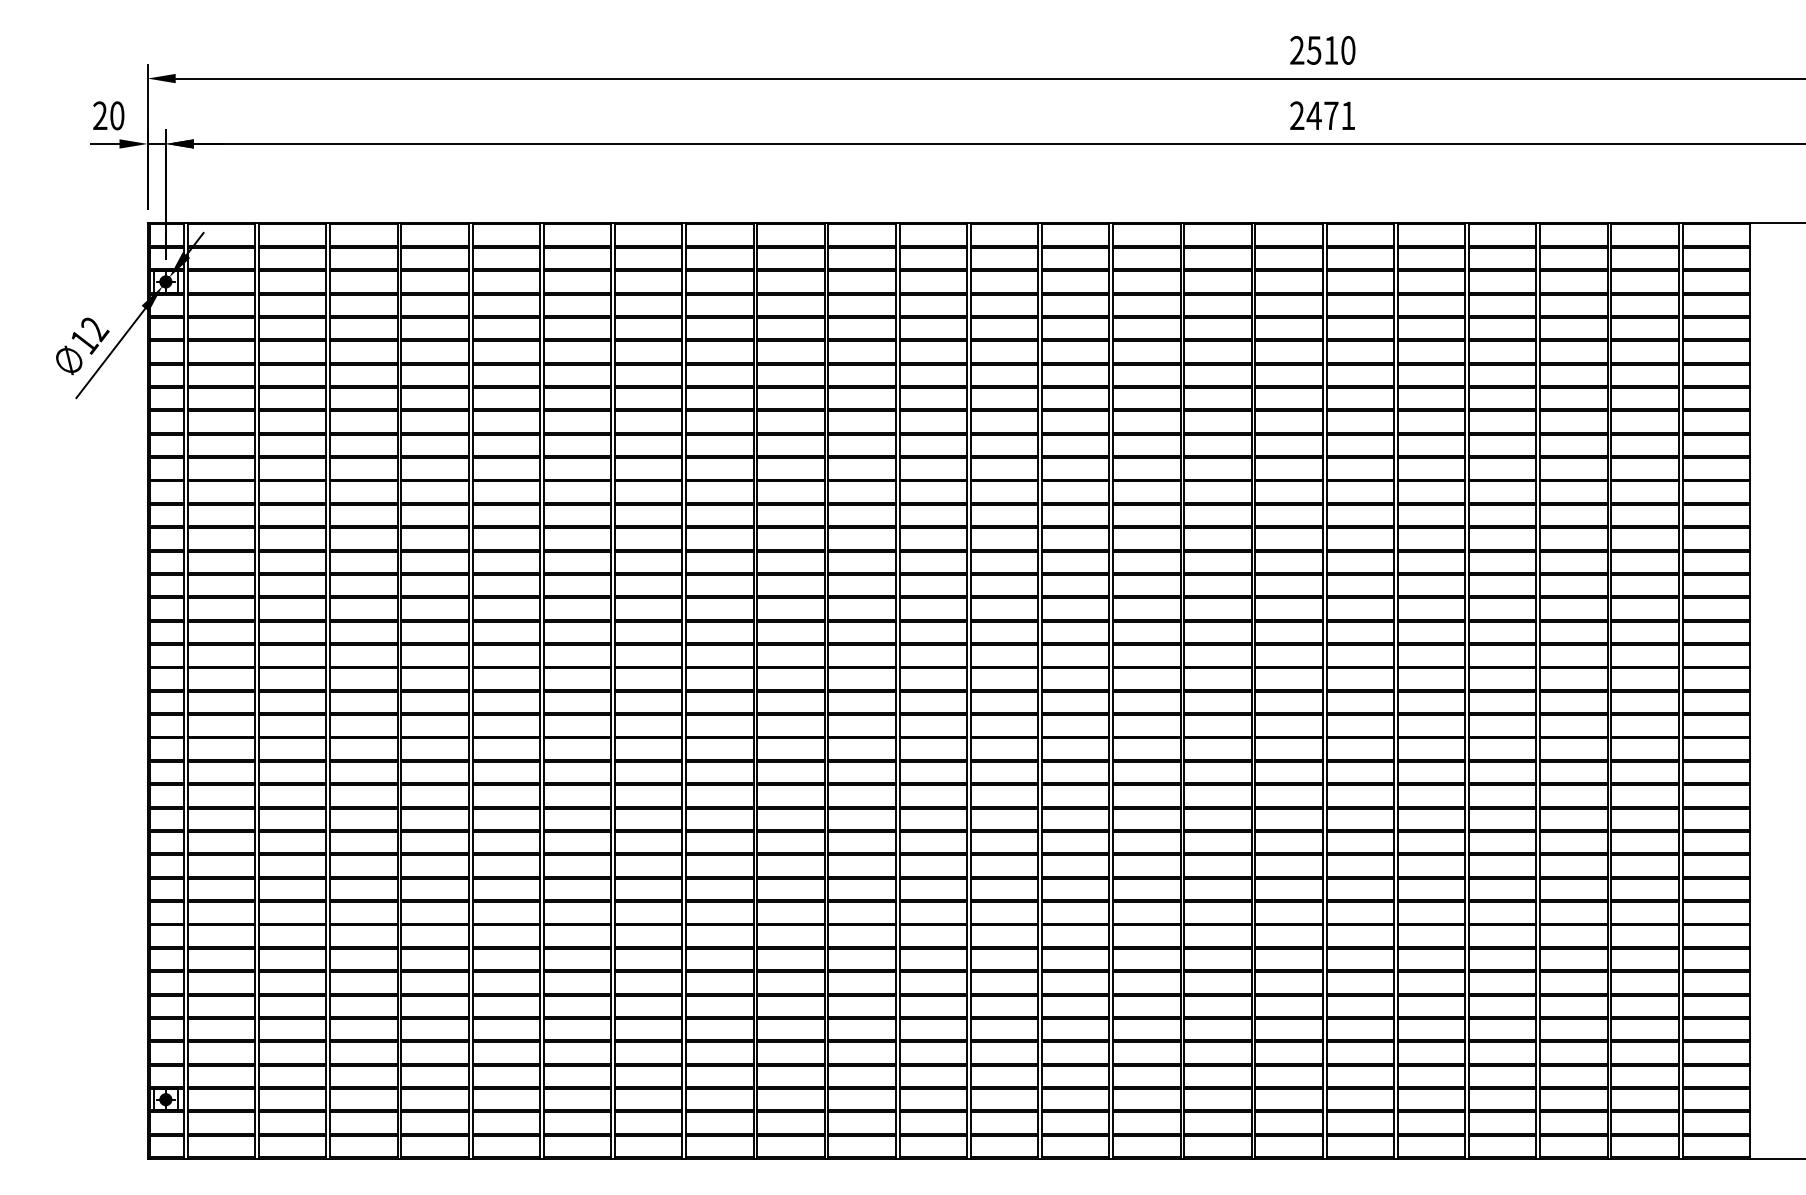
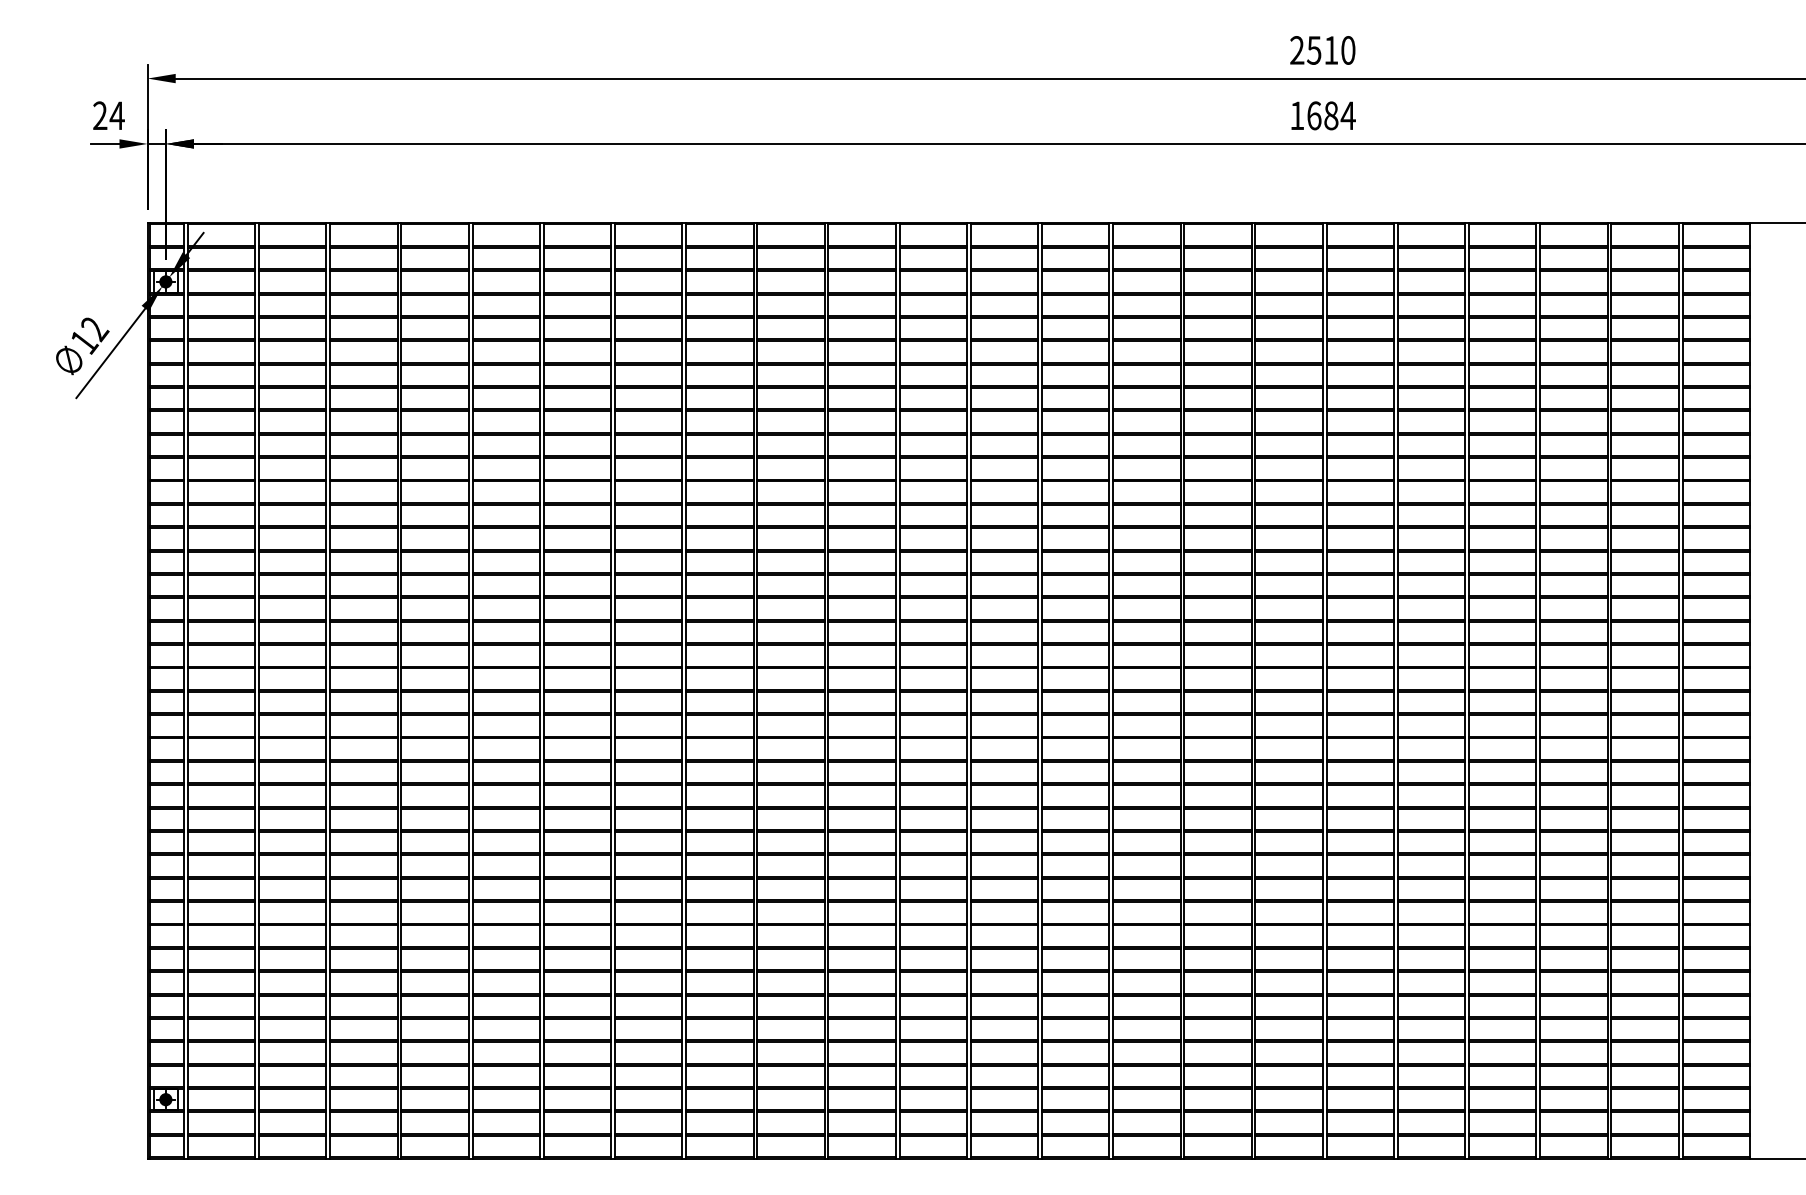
text at (116, 115): 20 -> 24
text at (1322, 115): 2471 -> 1684
